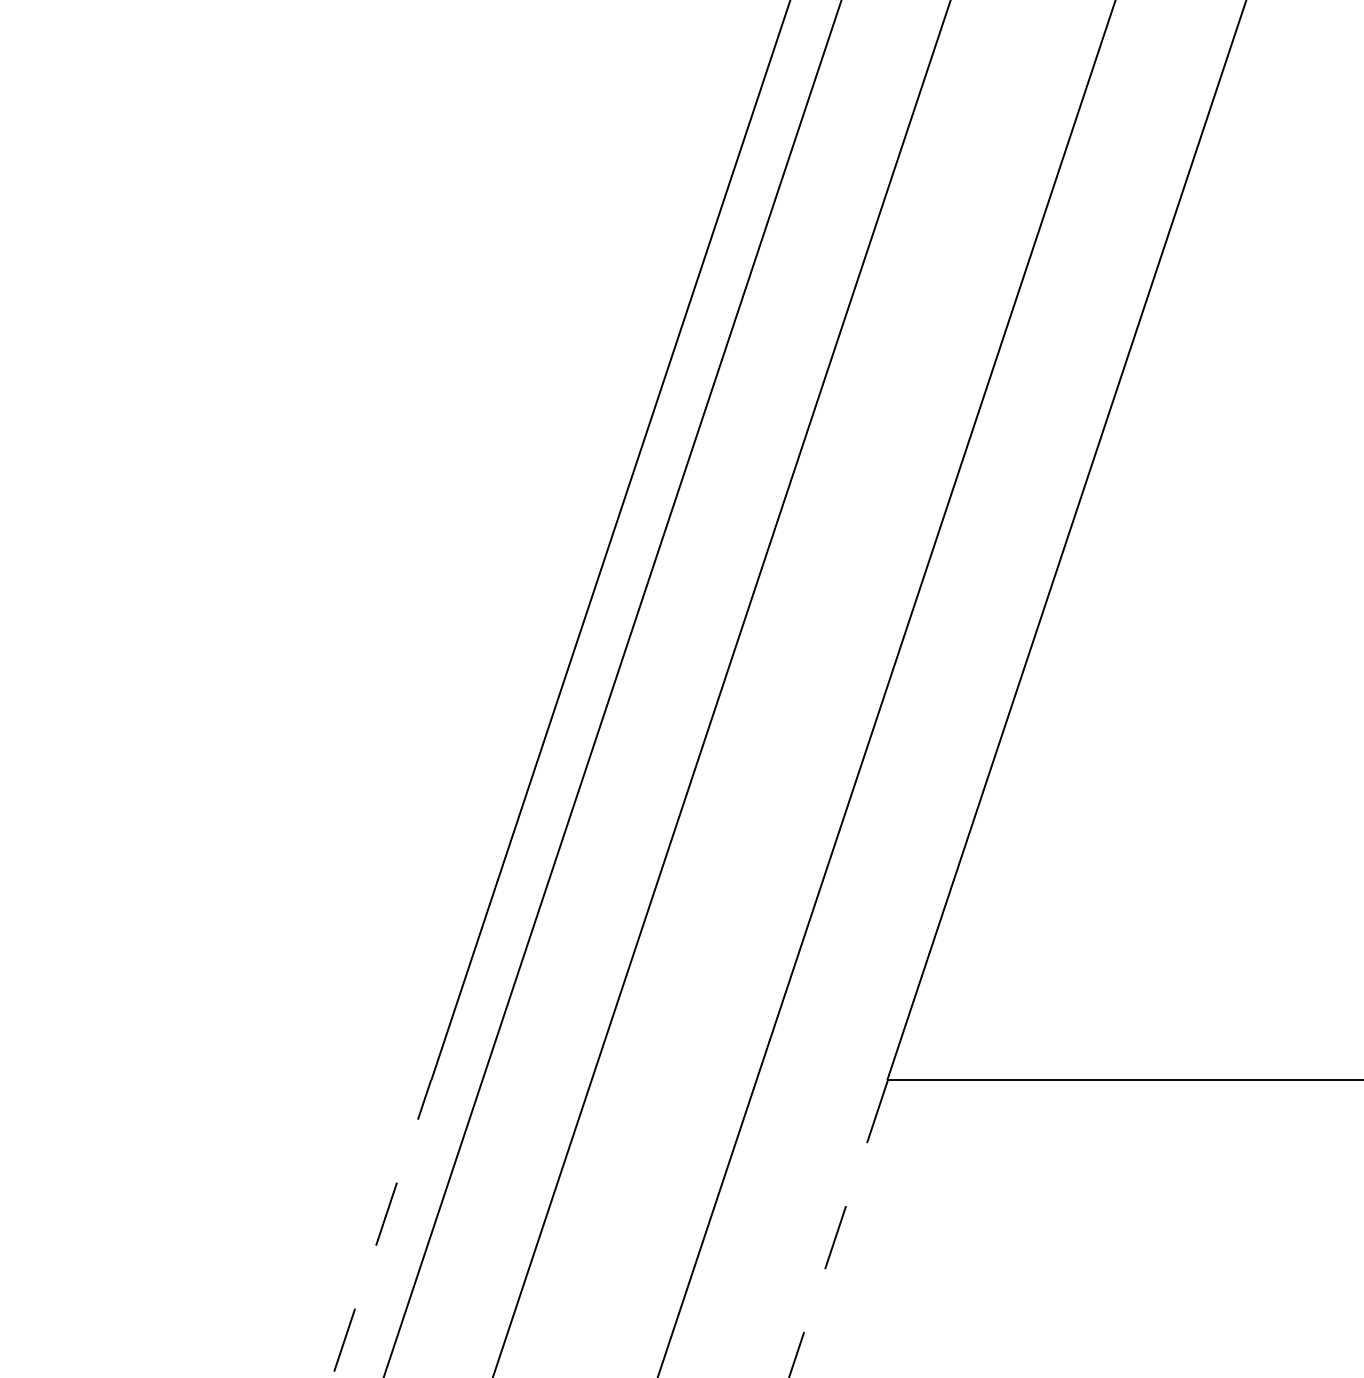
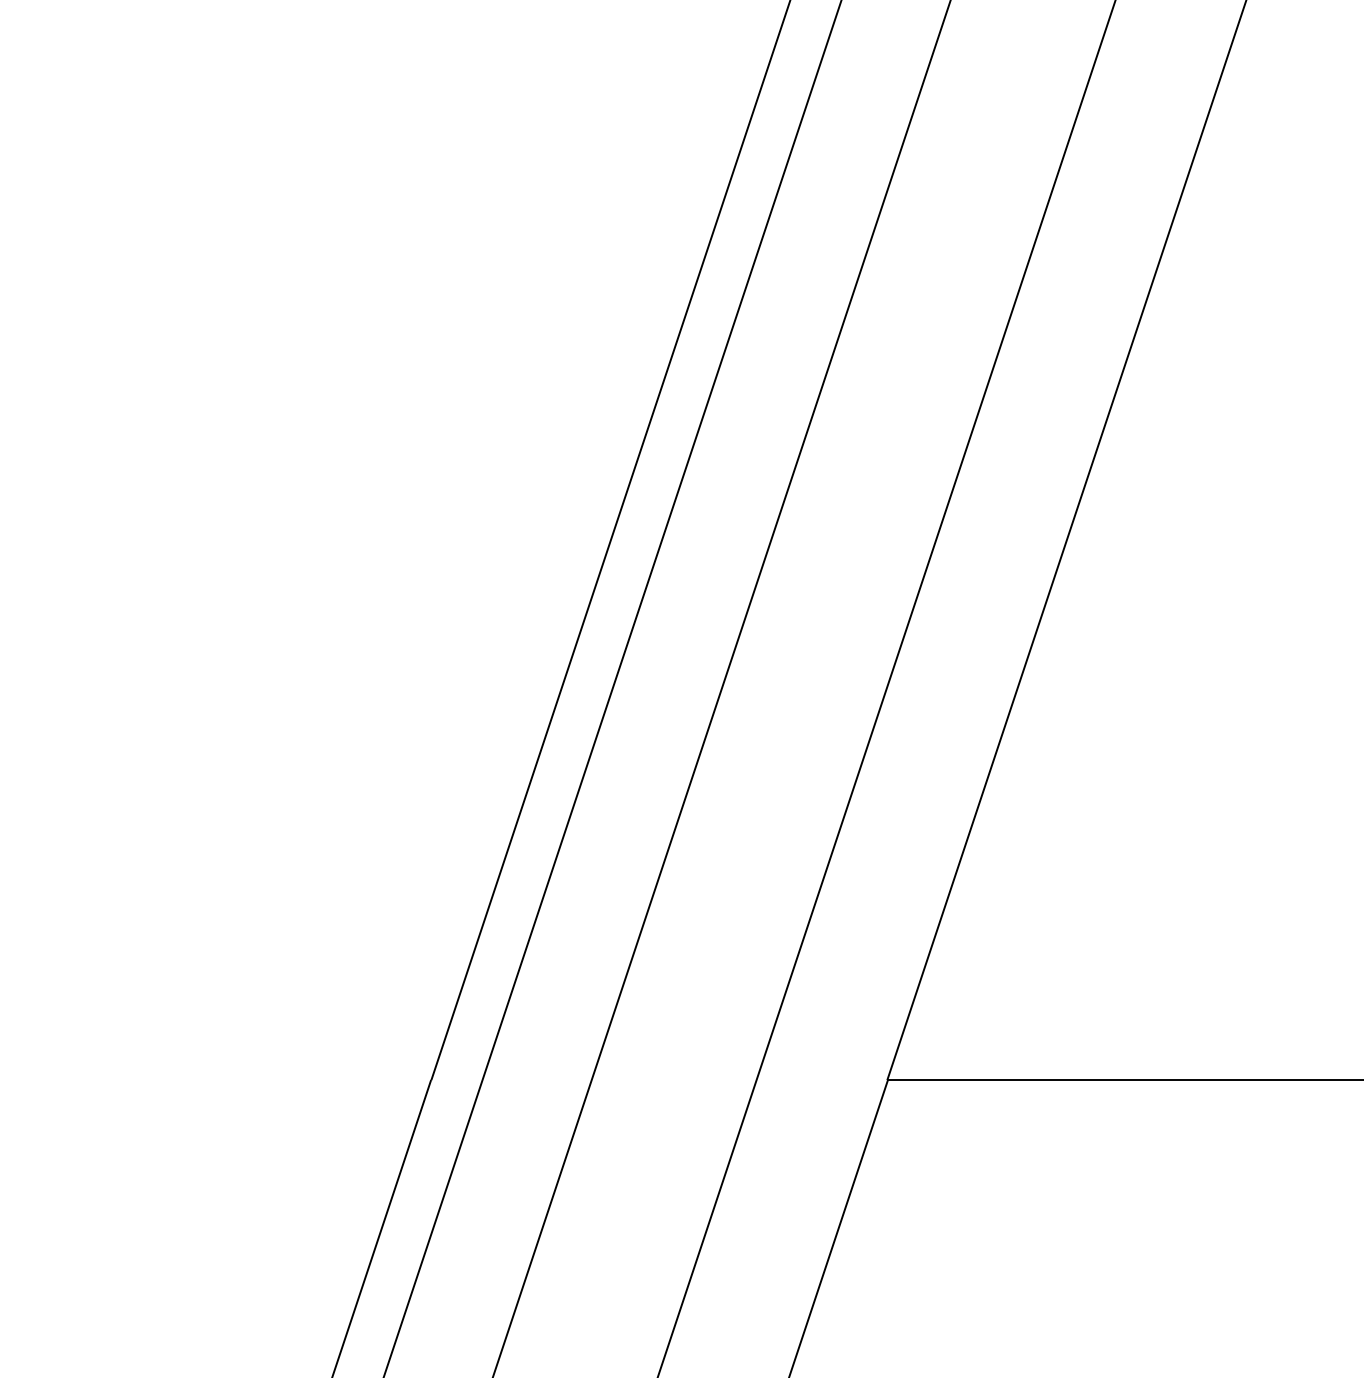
line at (381, 1228): dashed -> solid
line at (838, 1229): dashed -> solid
